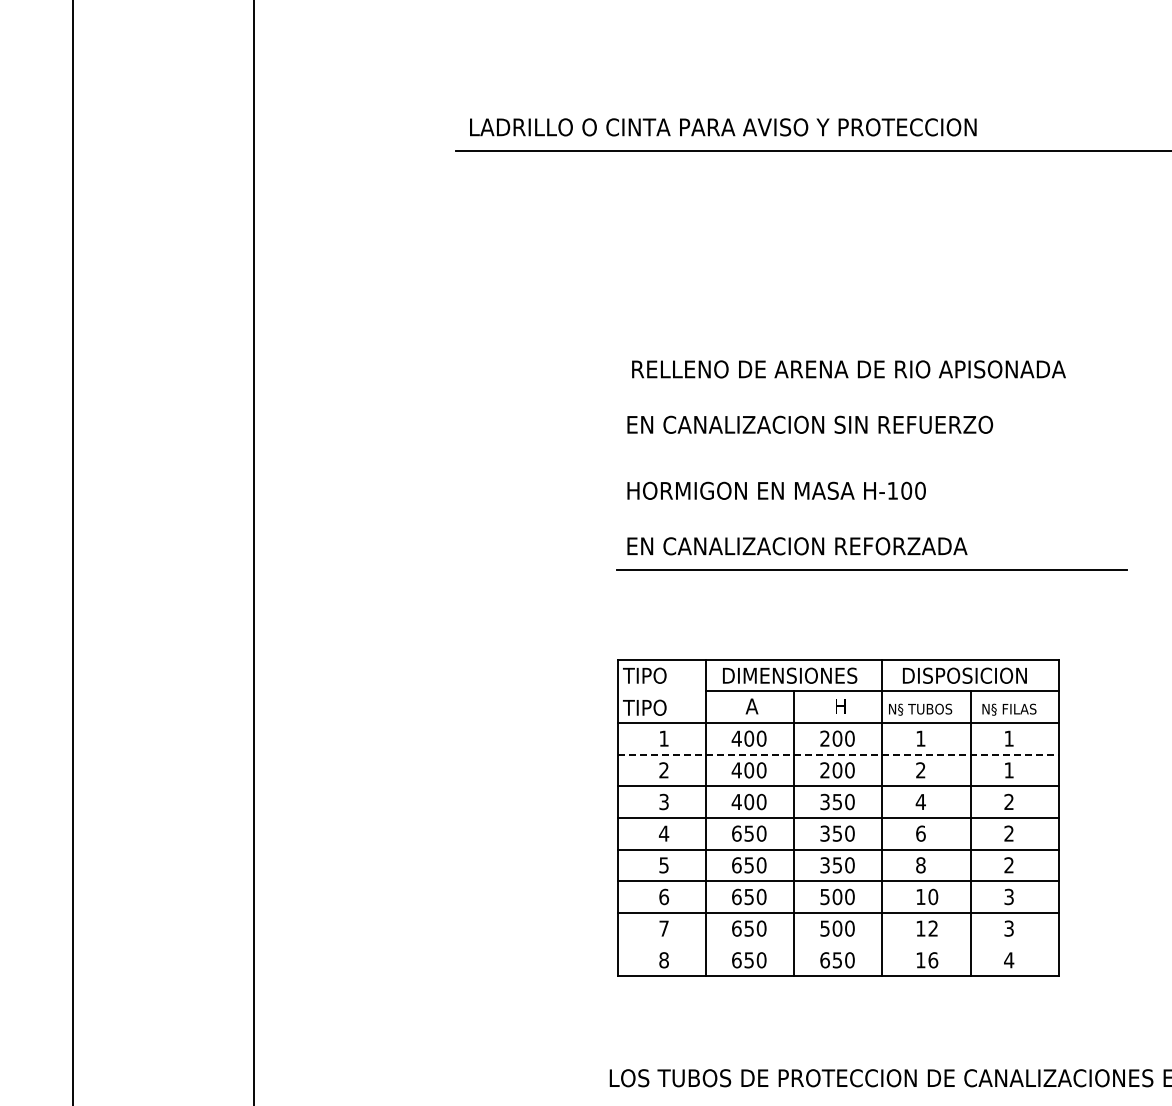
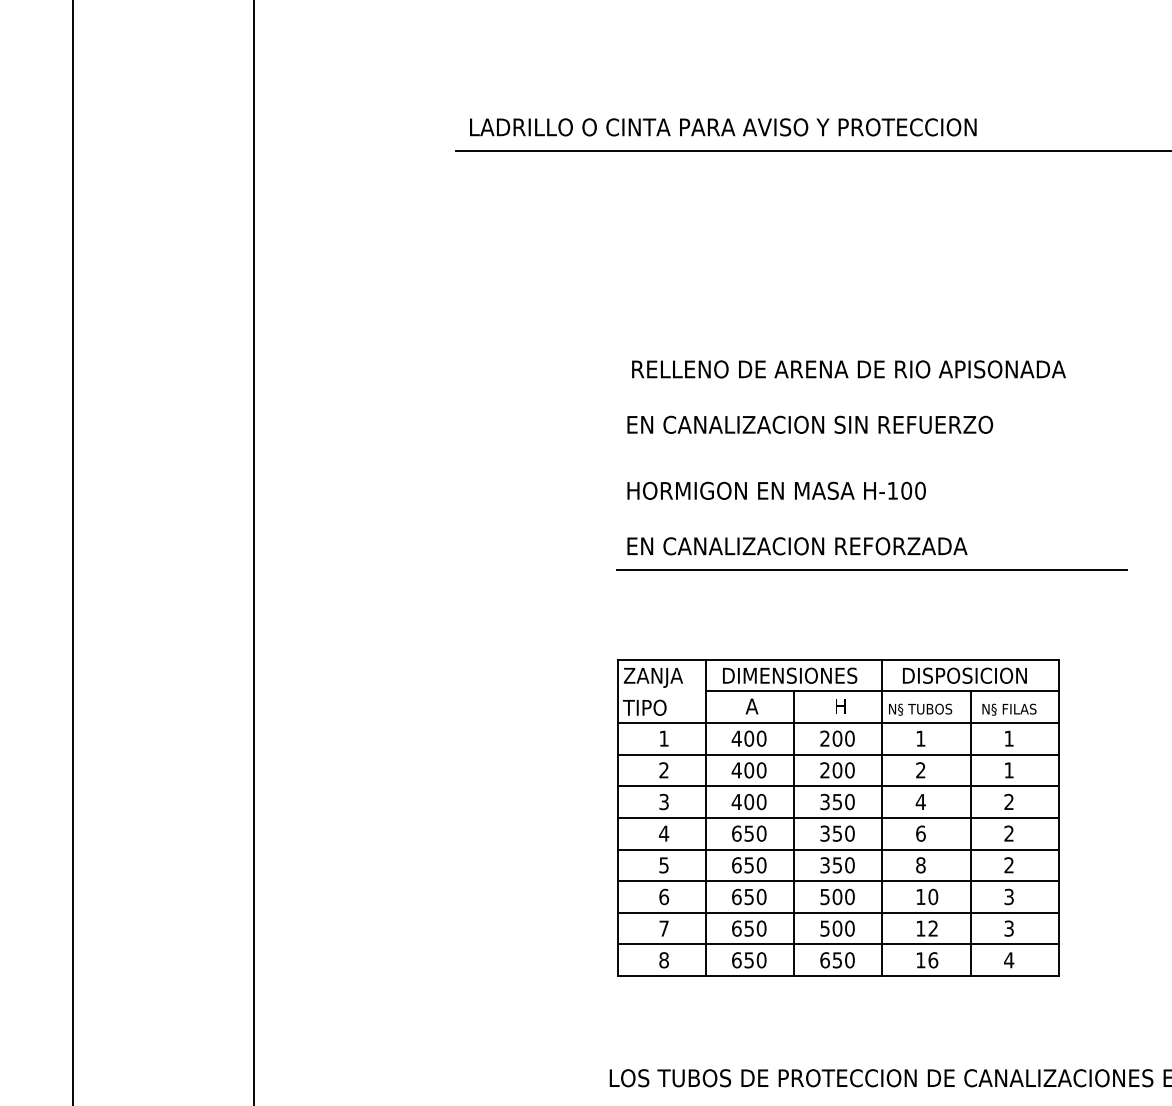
text at (653, 677): TIPO -> ZANJA
line at (838, 754): dashed -> solid
line at (837, 944): none -> present
